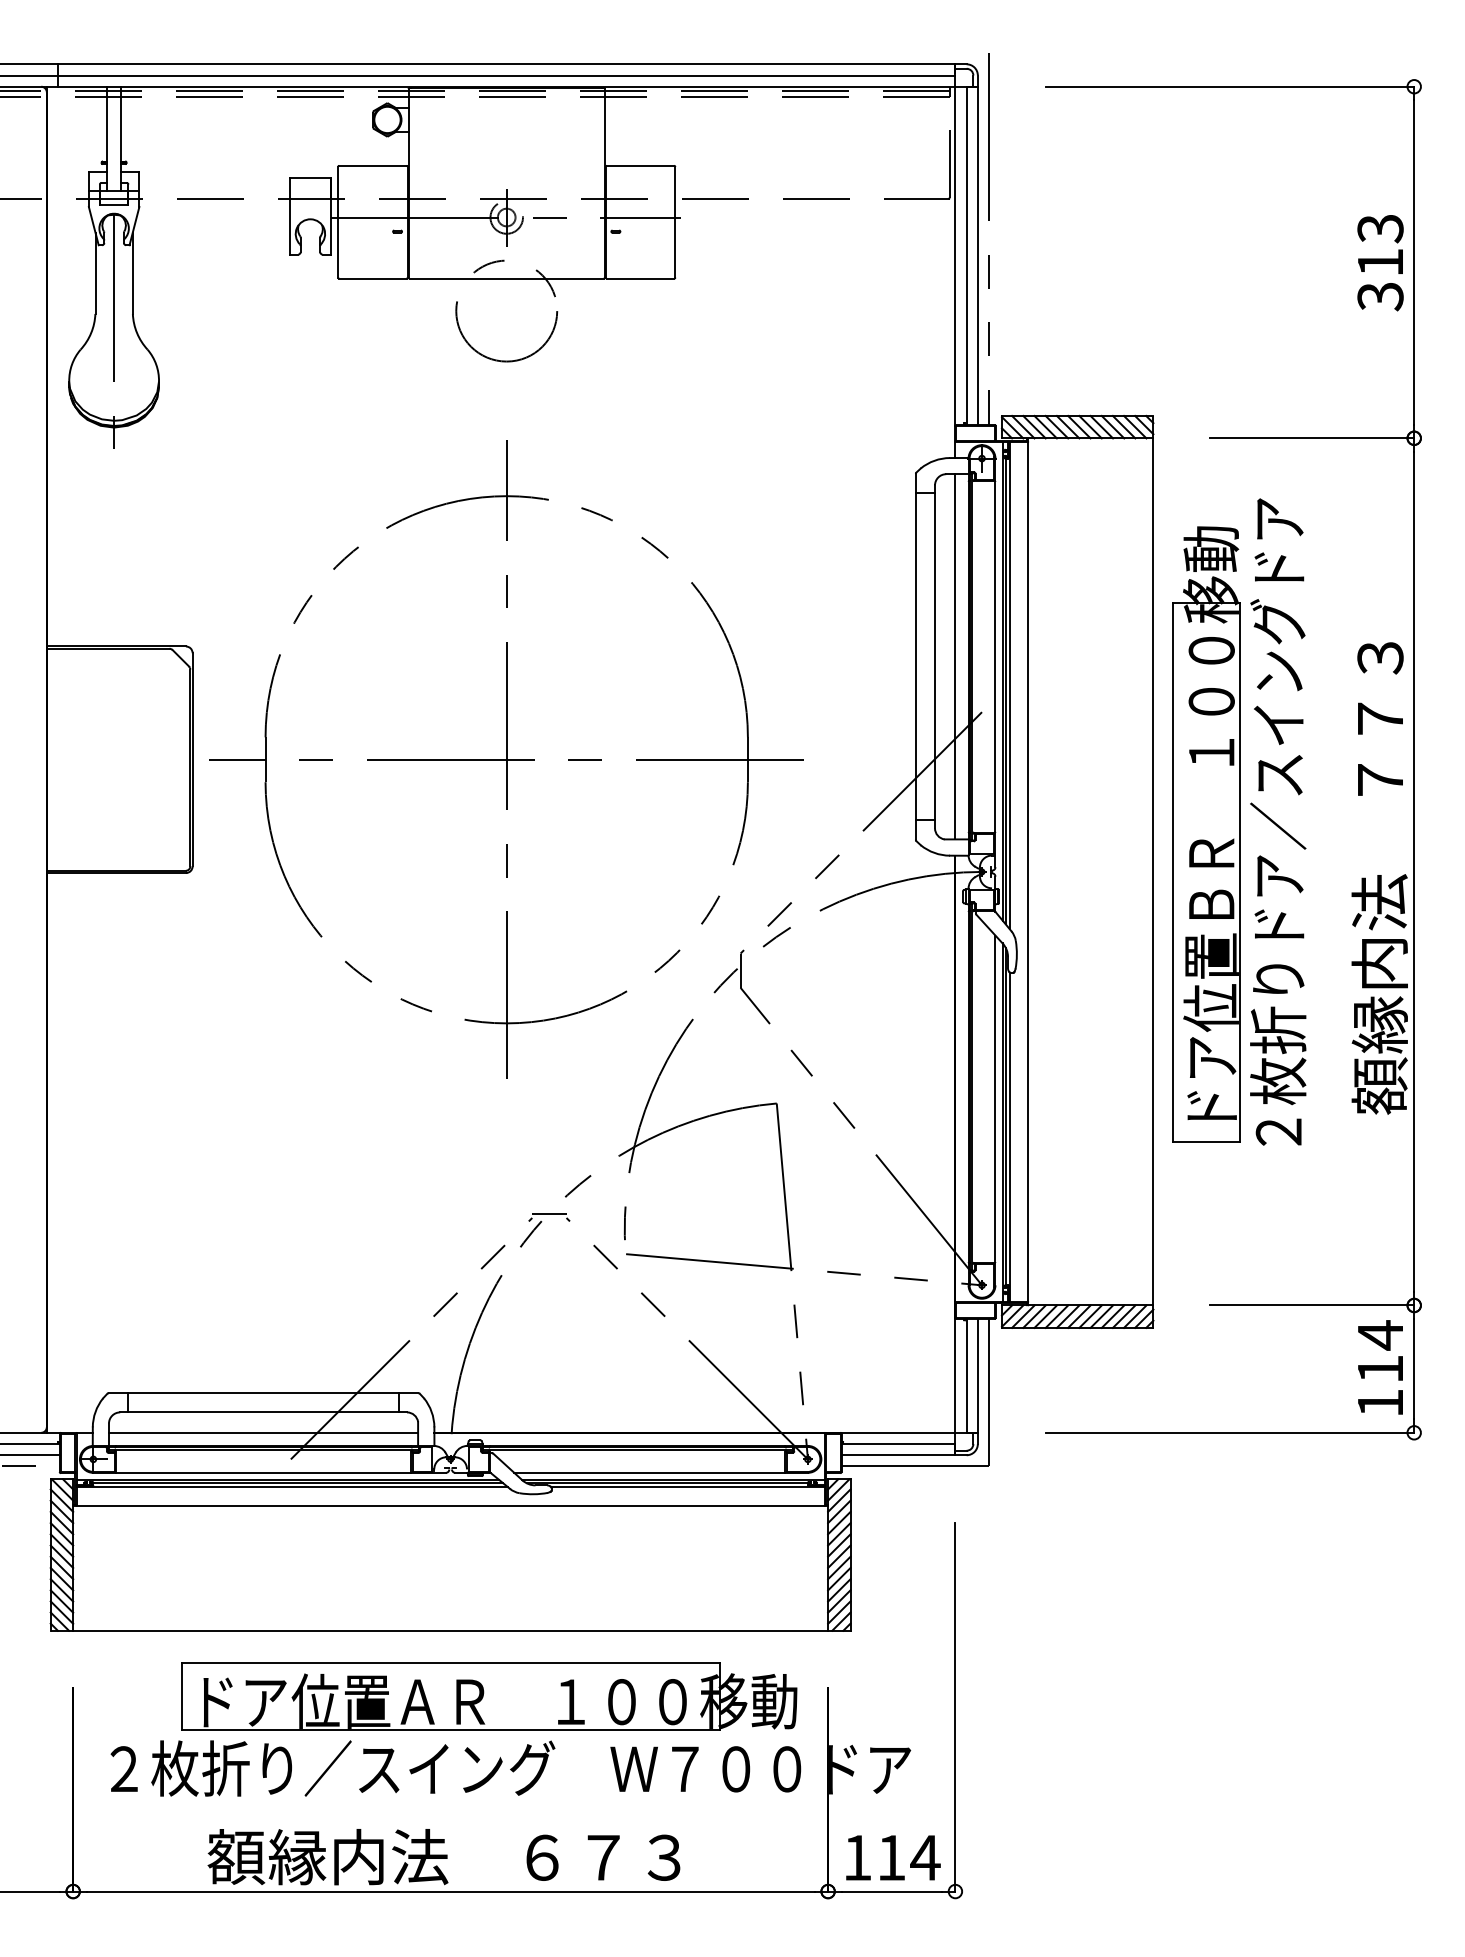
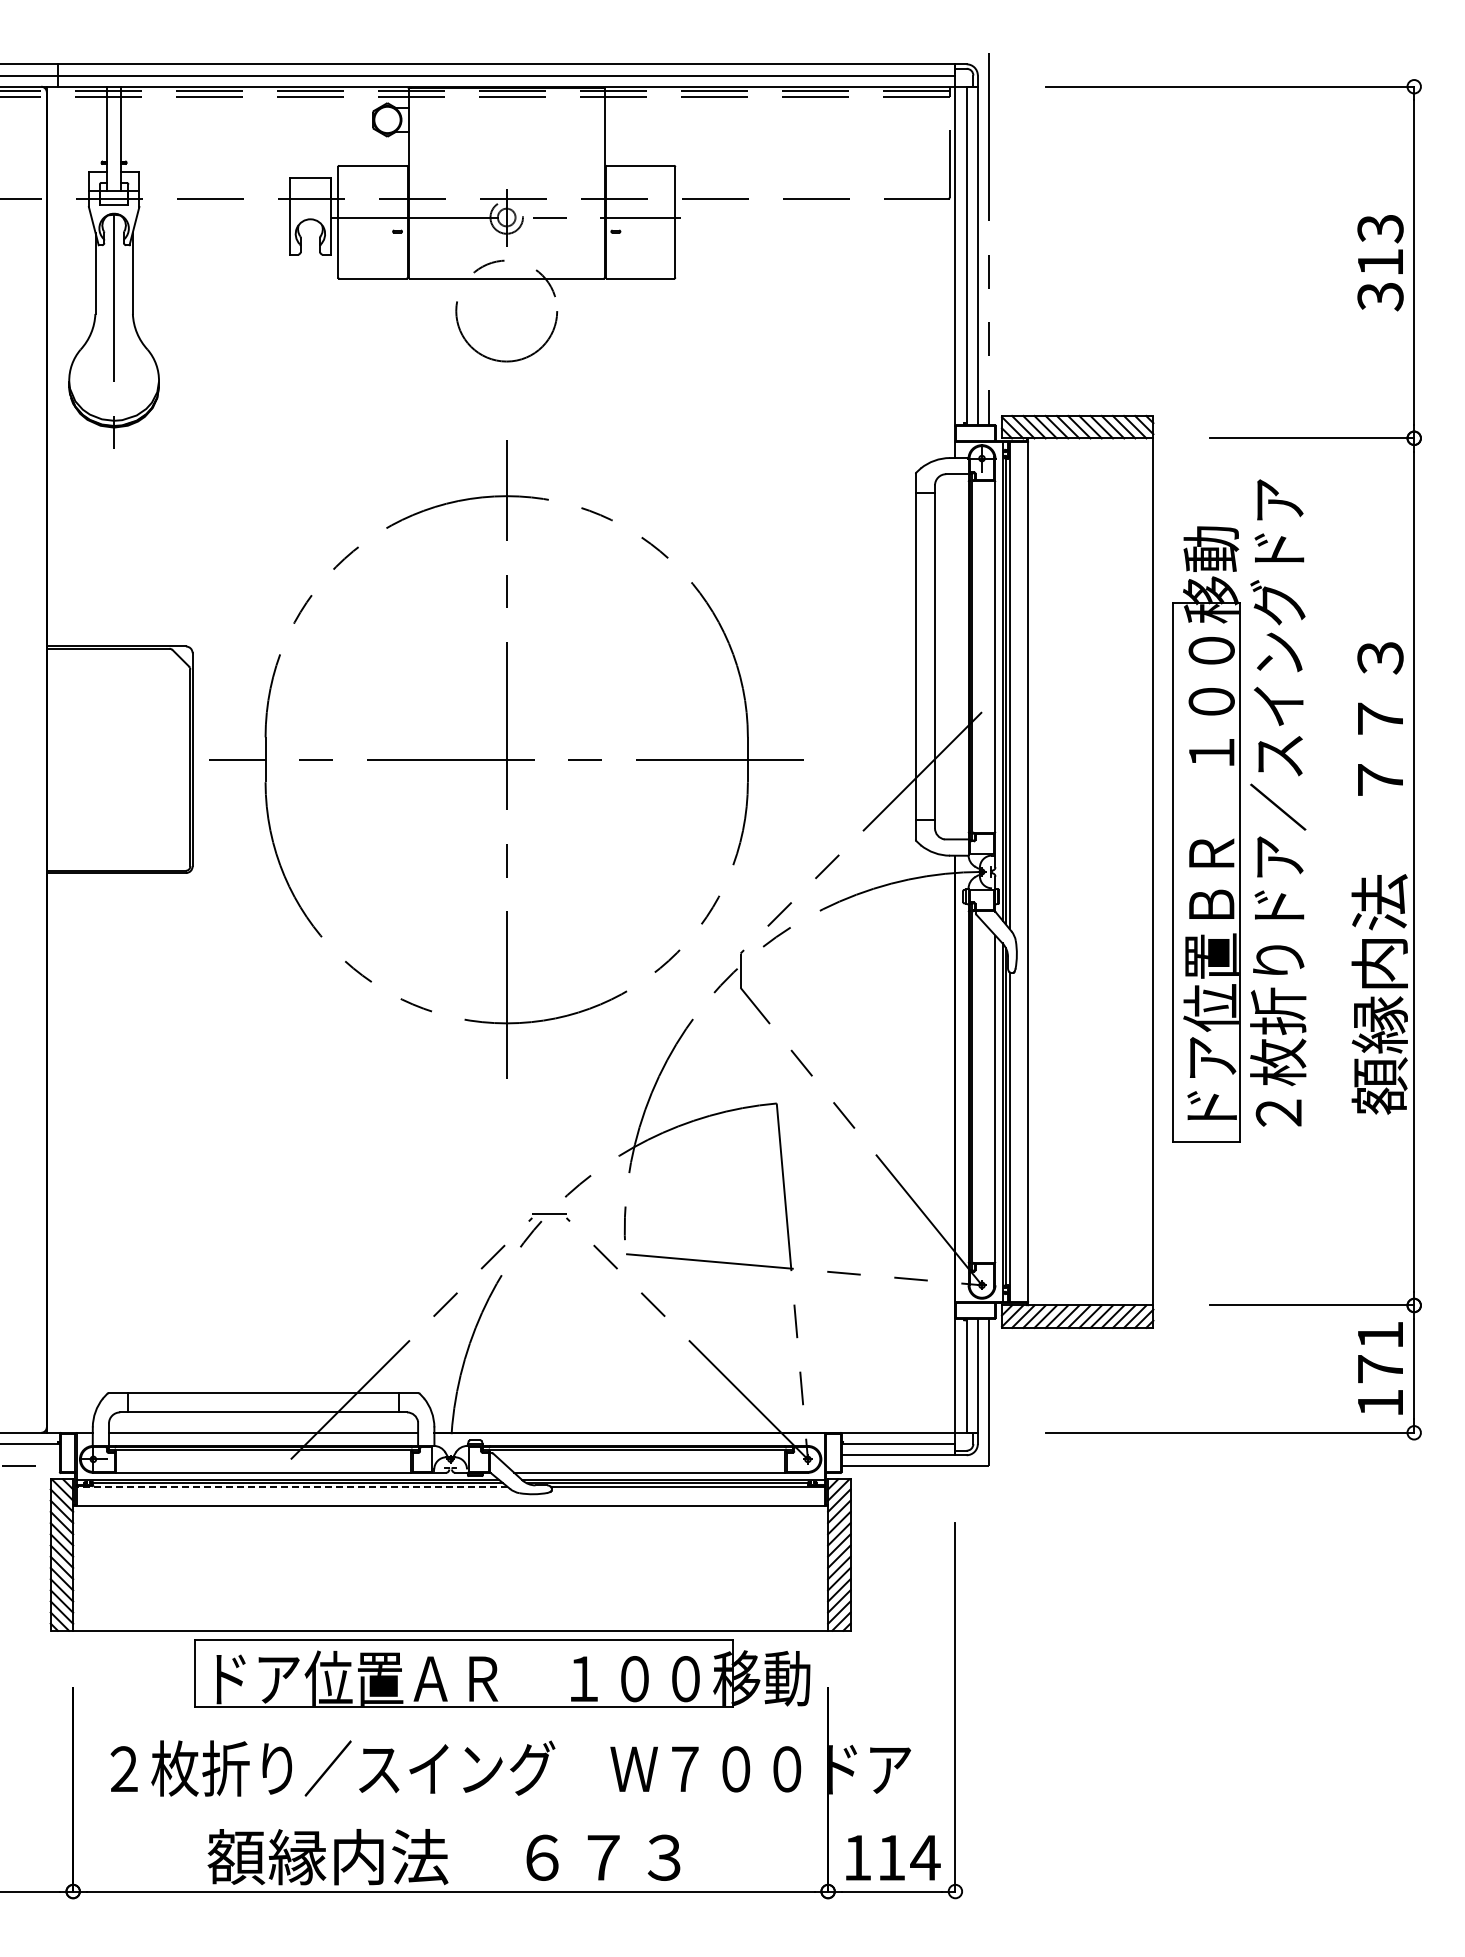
line at (955, 656): present -> none
text at (1278, 821) position: (1278, 821) -> (1278, 802)
text at (1380, 1351): 114 -> 171
line at (30, 1455): present -> none
line at (292, 1487): solid -> dashed
part at (489, 1696) position: (489, 1696) -> (502, 1673)
